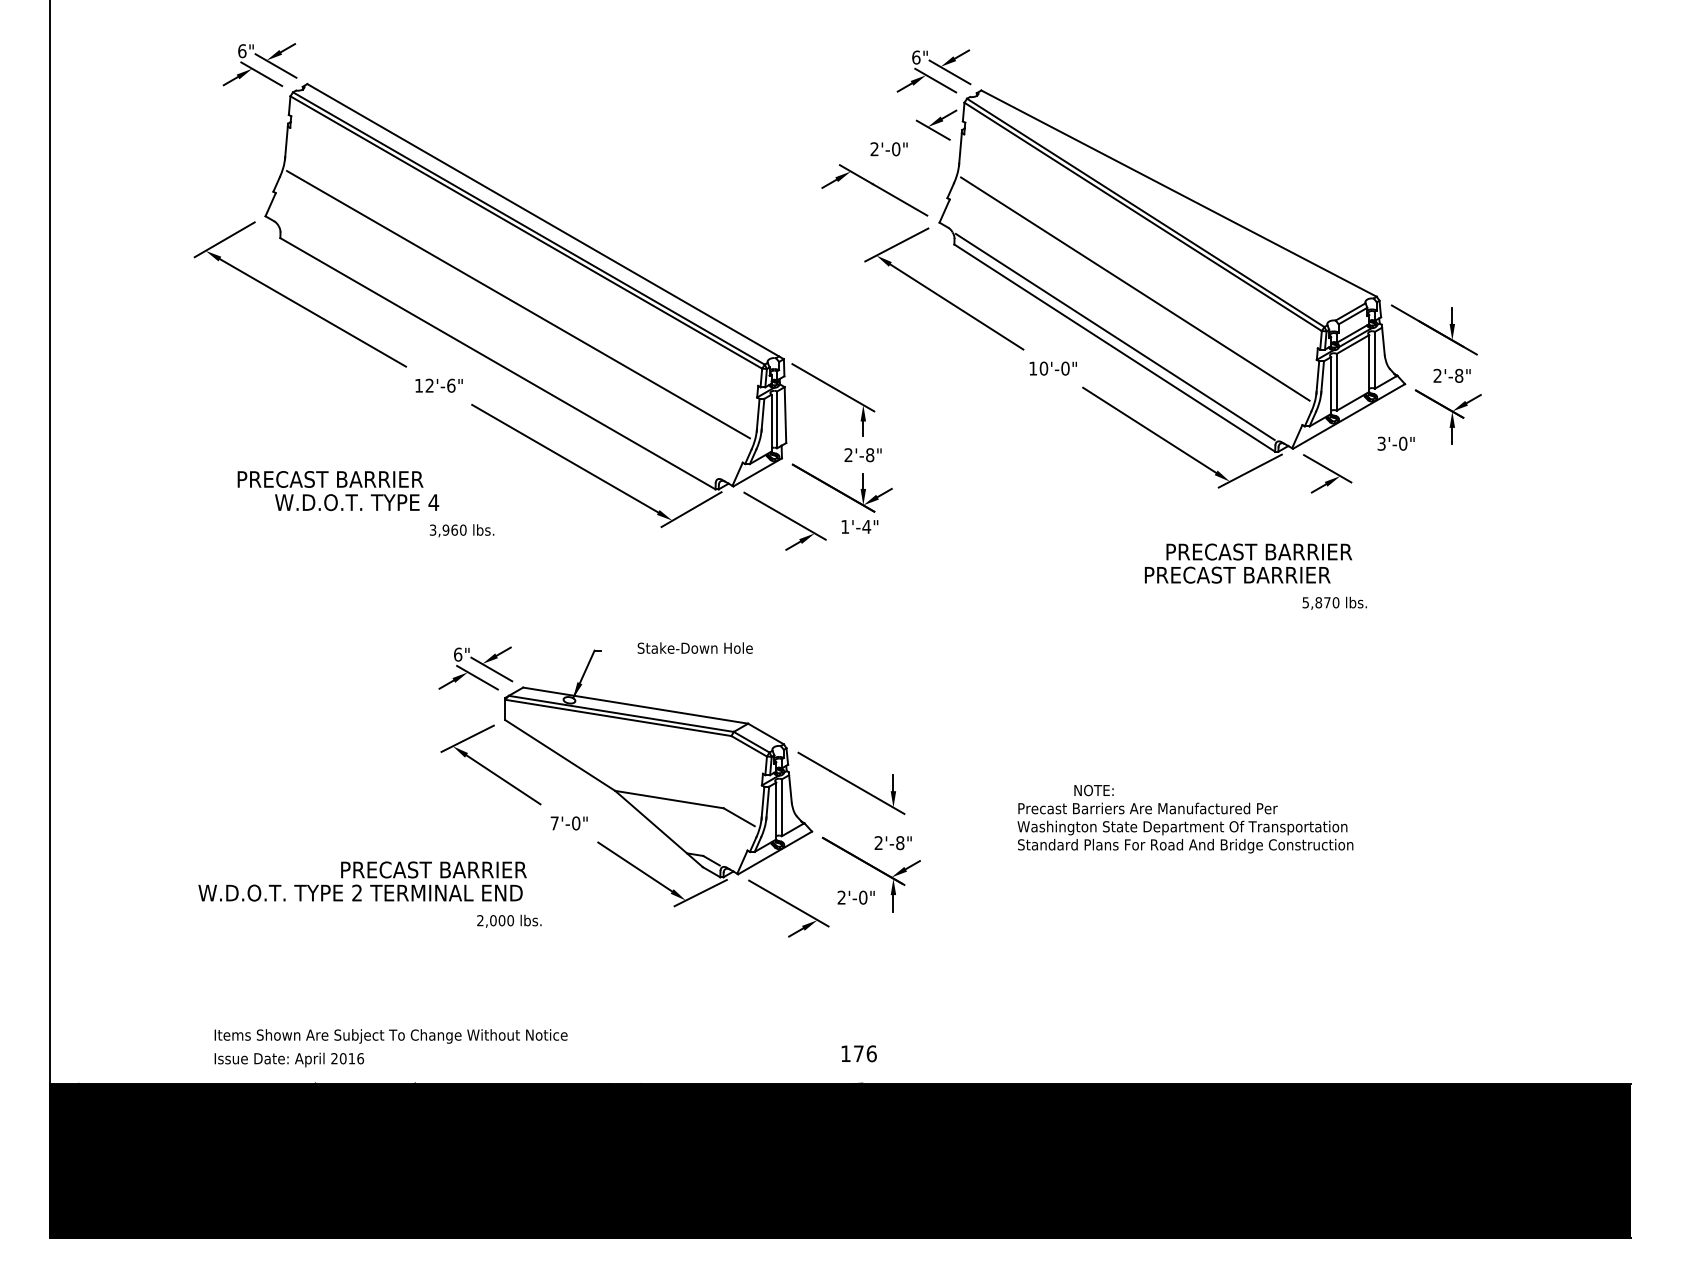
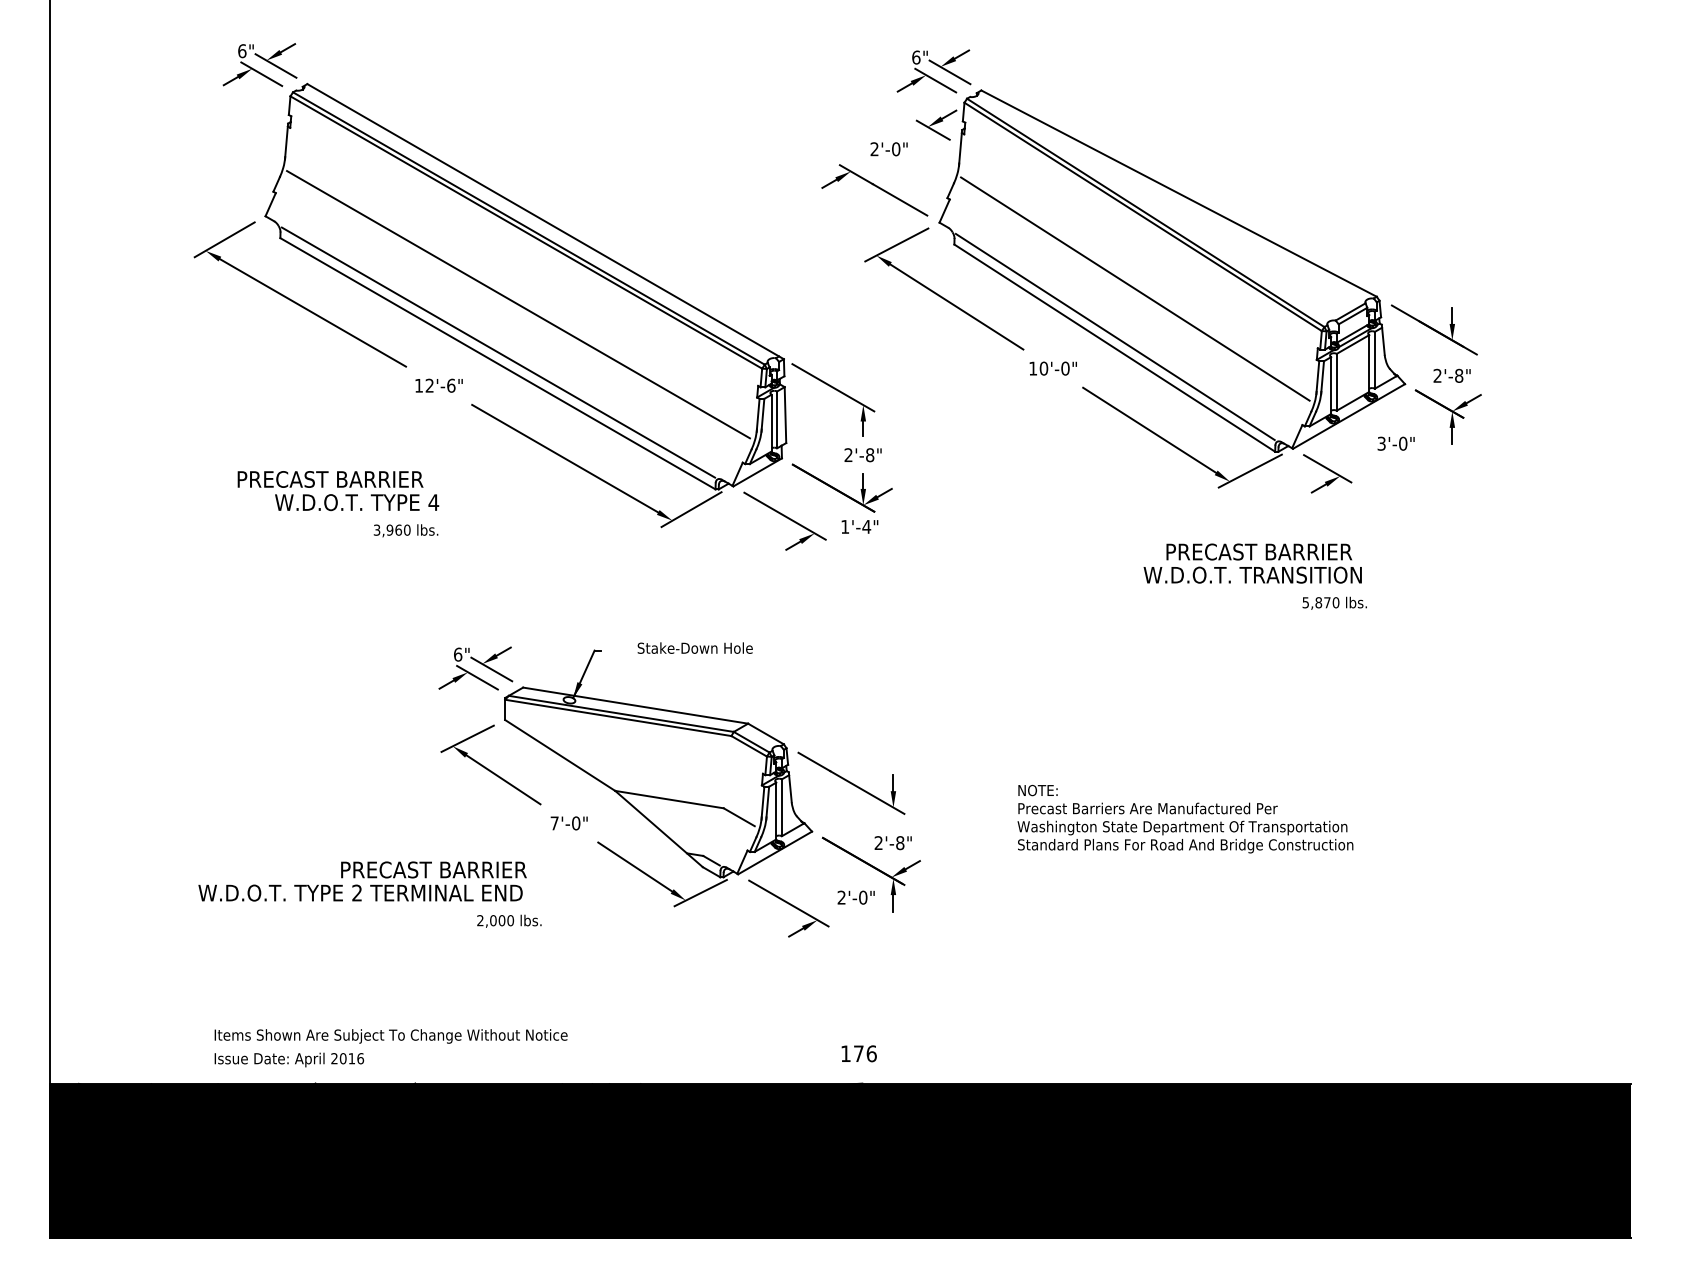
line at (498, 352): none -> present
text at (461, 530) position: (461, 530) -> (405, 530)
text at (1252, 574): PRECAST BARRIER -> W.D.O.T. TRANSITION
text at (1093, 790) position: (1093, 790) -> (1037, 790)
